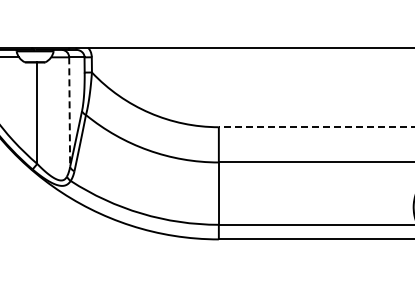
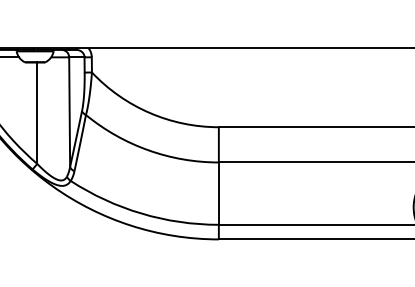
line at (69, 112): dashed -> solid
line at (316, 127): dashed -> solid
